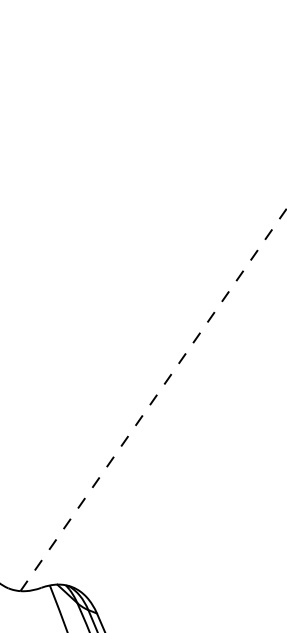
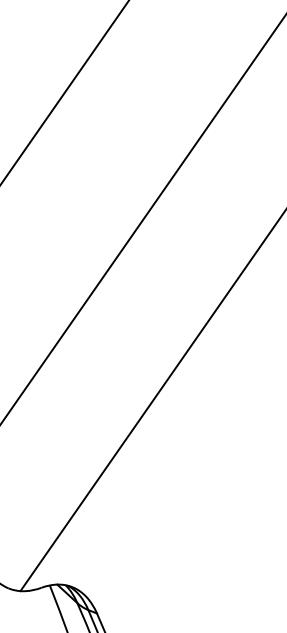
line at (64, 92): none -> present
line at (142, 219): none -> present
line at (154, 399): dashed -> solid
